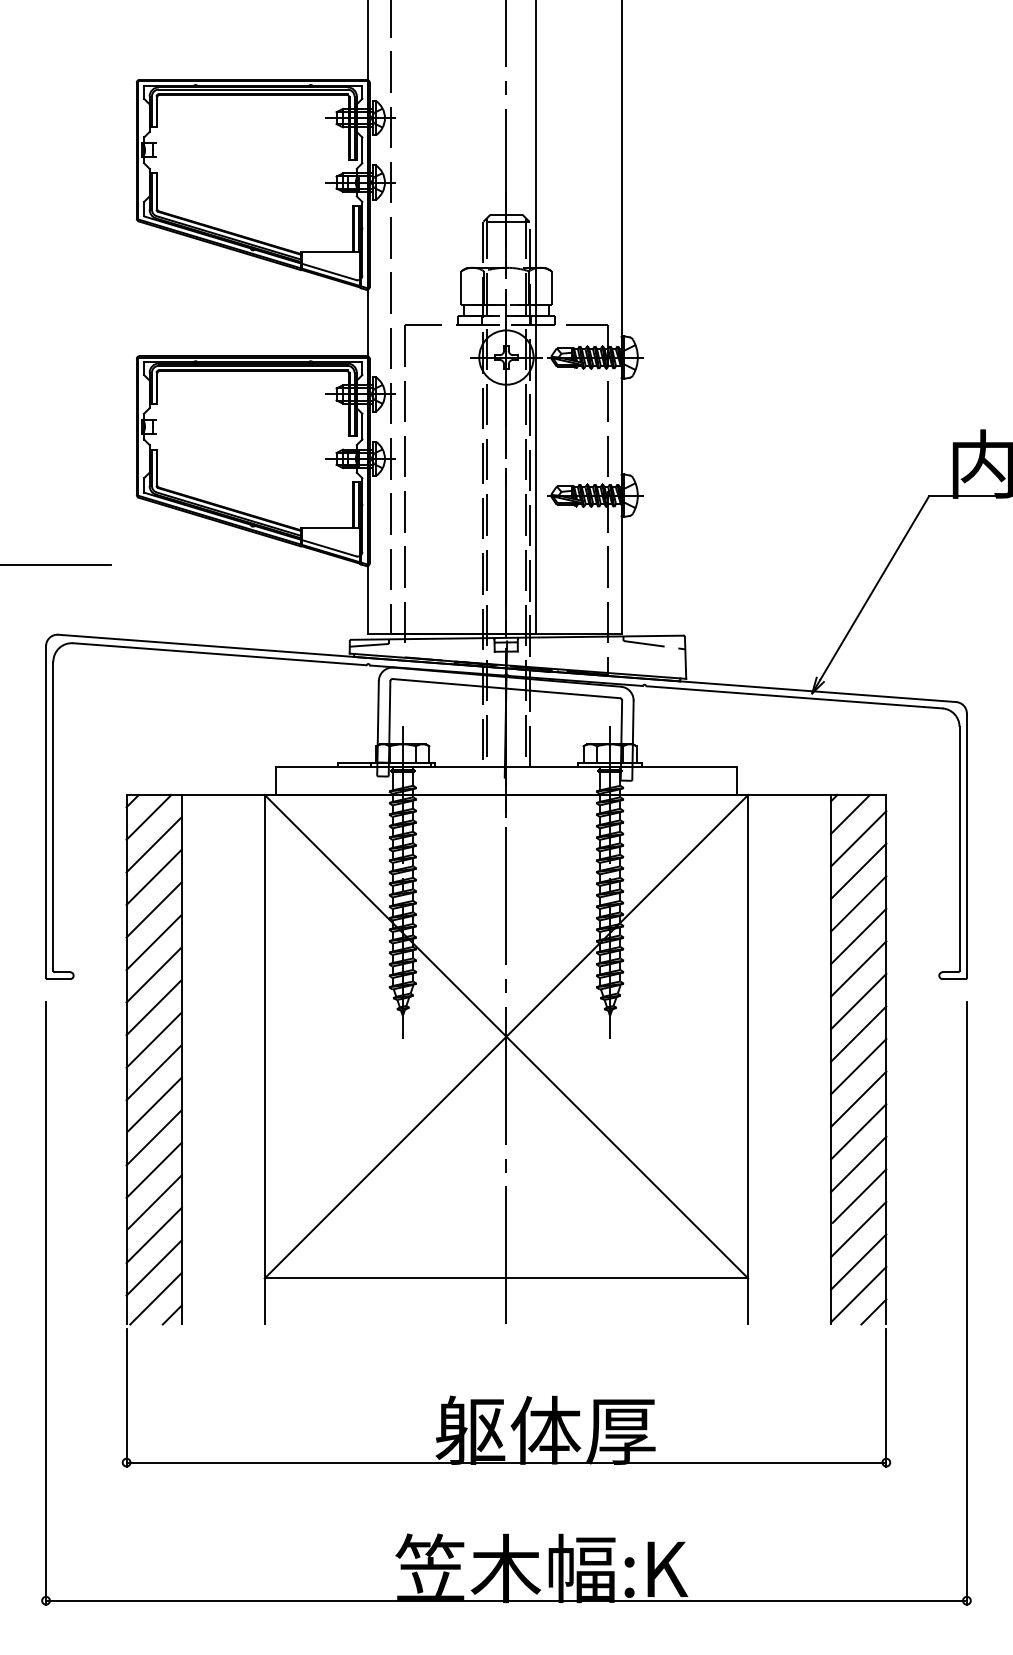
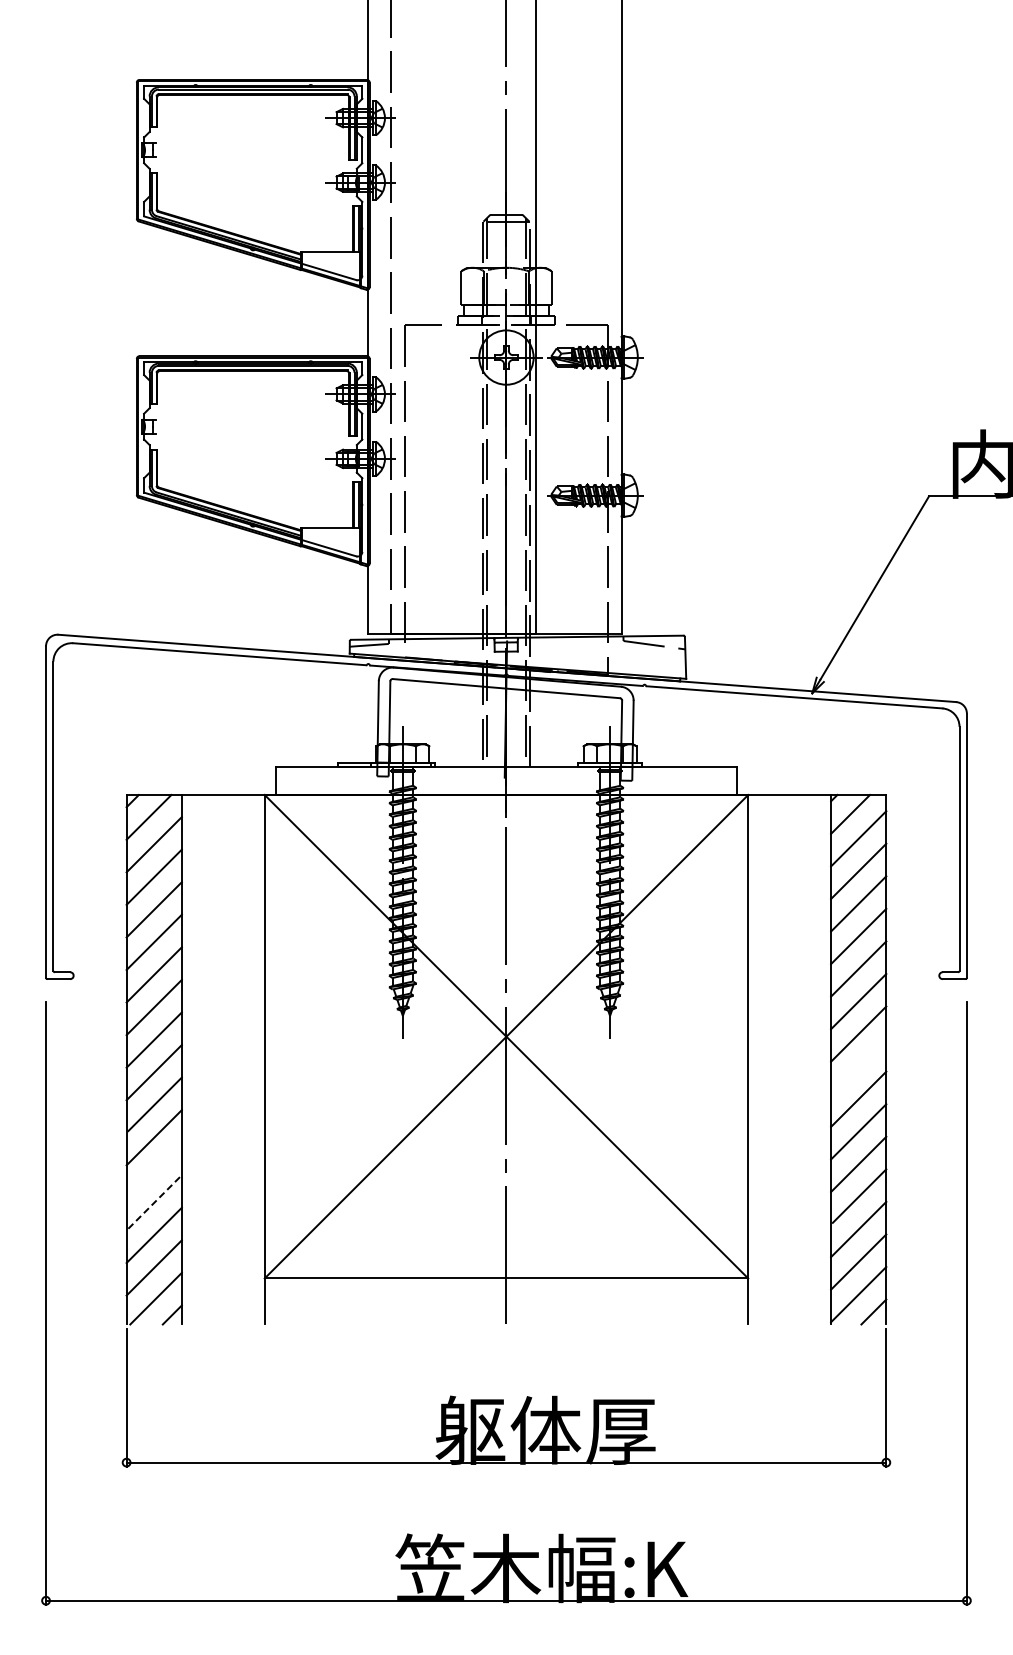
line at (56, 564): present -> none
line at (858, 1066): present -> none
line at (153, 1169): present -> none
line at (155, 1201): solid -> dashed
